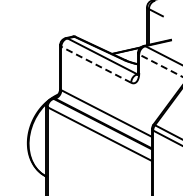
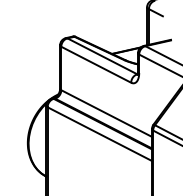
line at (95, 64): dashed -> solid
line at (160, 65): dashed -> solid
